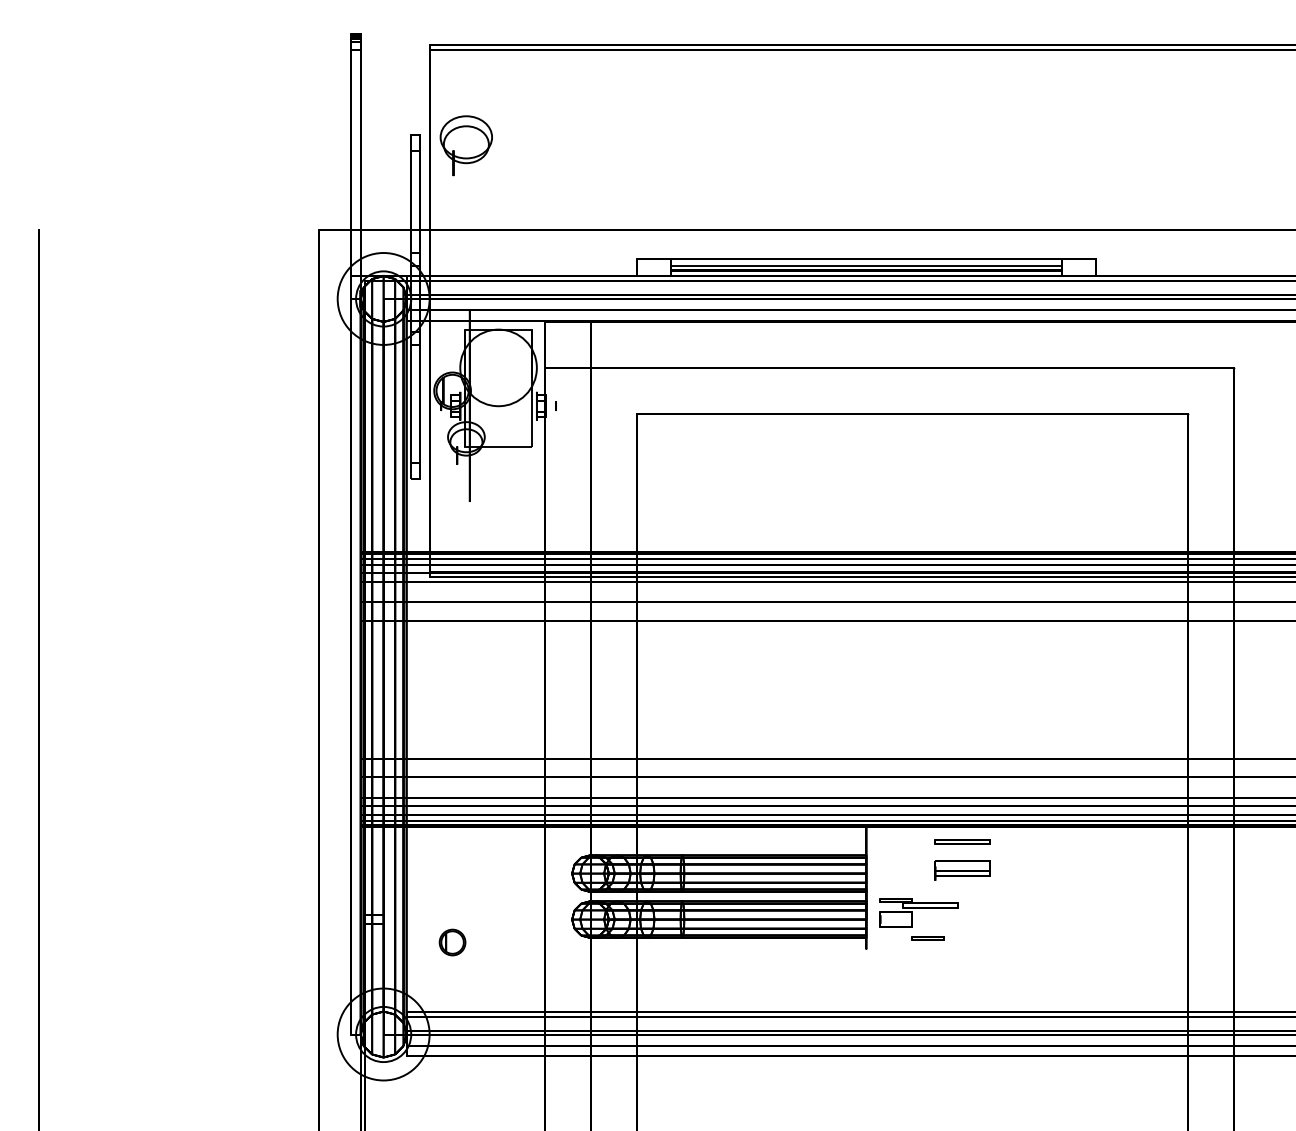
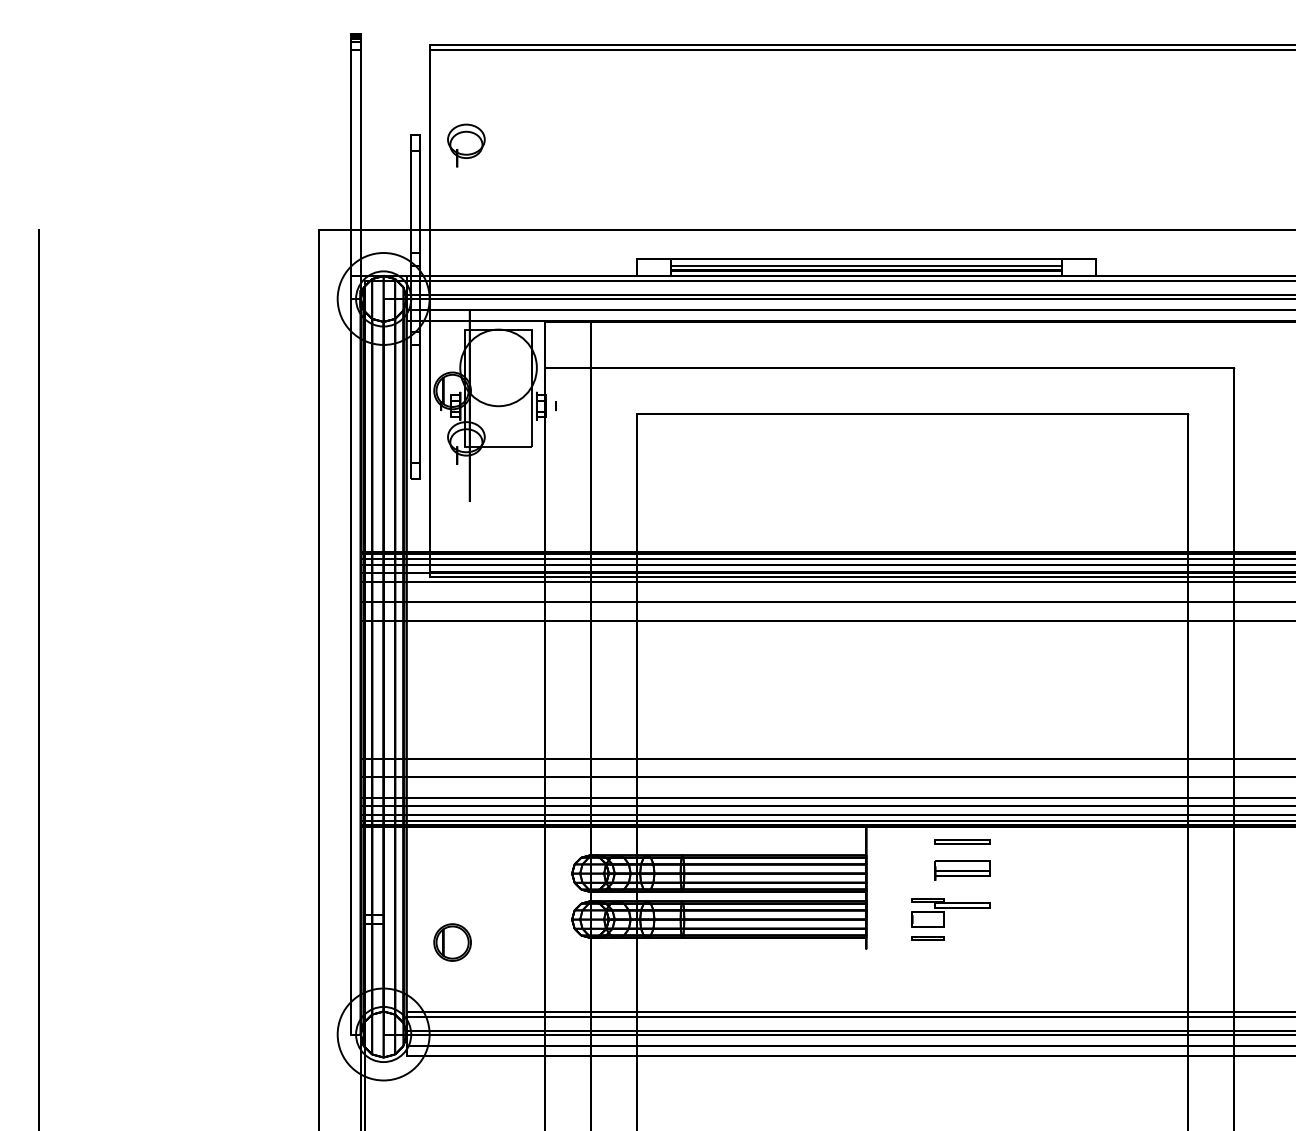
part at (465, 145) size: 54x62 px -> 39x45 px
part at (918, 912) position: (918, 912) -> (950, 912)
part at (452, 942) size: 29x29 px -> 39x39 px
